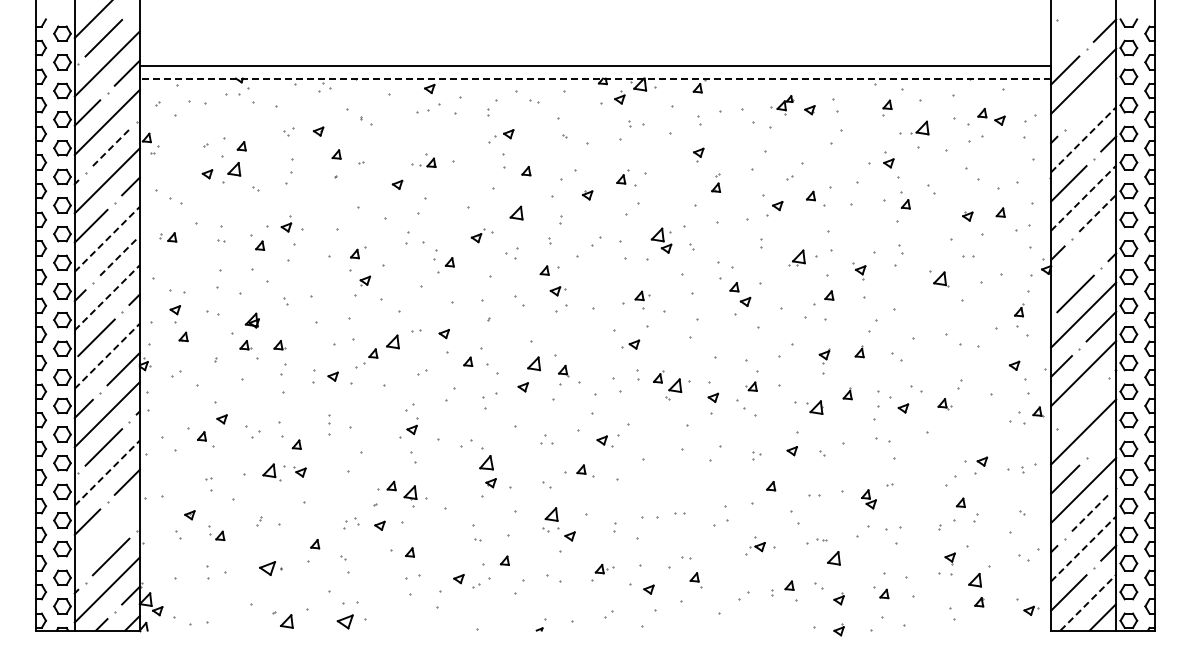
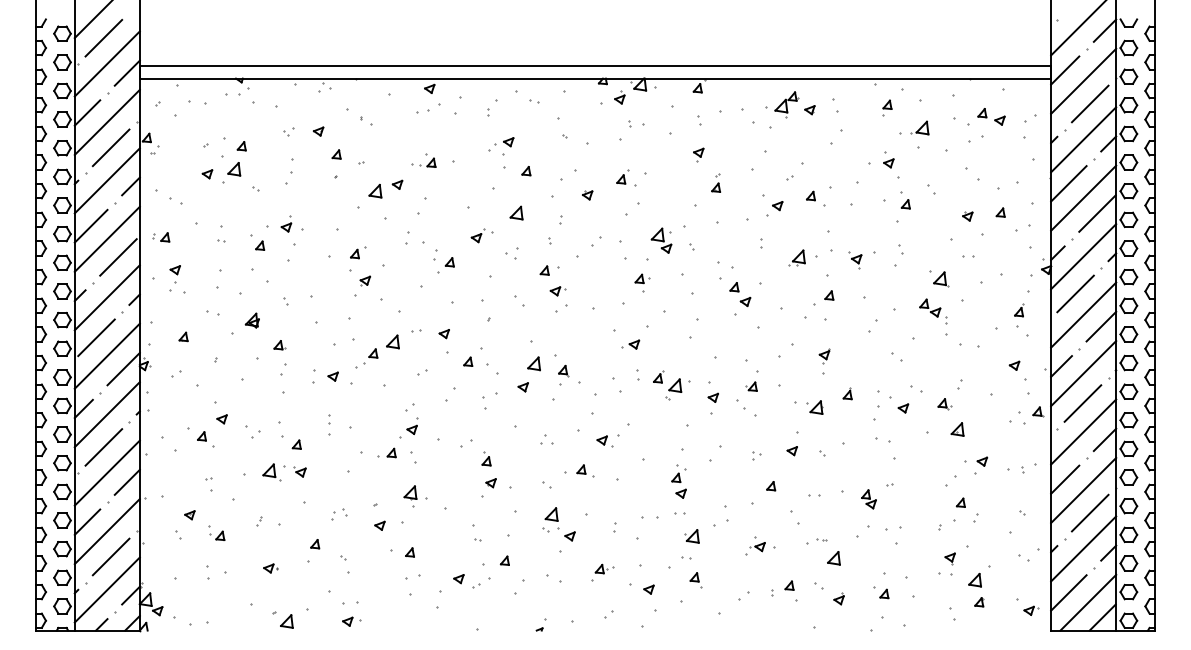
line at (1077, 28): none -> present
line at (595, 78): dashed -> solid
line at (1089, 103): none -> present
part at (782, 105) size: 25x21 px -> 35x28 px
part at (501, 136) position: (501, 136) -> (501, 144)
line at (1084, 139): dashed -> solid
line at (111, 147): dashed -> solid
part at (375, 190): none -> present
line at (1084, 197): dashed -> solid
line at (1097, 213): dashed -> solid
part at (168, 237) position: (168, 237) -> (161, 237)
line at (107, 238): dashed -> solid
line at (1083, 256): none -> present
line at (118, 257): dashed -> solid
part at (859, 271) position: (859, 271) -> (855, 260)
line at (107, 297): dashed -> solid
part at (642, 299) position: (642, 299) -> (642, 282)
part at (933, 311): none -> present
part at (174, 314) position: (174, 314) -> (174, 274)
part at (245, 345): present -> none
part at (859, 351): present -> none
line at (107, 355): dashed -> solid
line at (1082, 403): none -> present
part at (957, 429): none -> present
line at (1104, 439): none -> present
part at (486, 458) size: 15x24 px -> 11x16 px
line at (107, 472): dashed -> solid
part at (678, 481): none -> present
part at (386, 485) position: (386, 485) -> (386, 452)
line at (1090, 513): dashed -> solid
part at (351, 523) position: (351, 523) -> (339, 514)
line at (106, 531): none -> present
part at (691, 536): none -> present
line at (1084, 548): dashed -> solid
part at (270, 568) size: 24x15 px -> 16x11 px
line at (1088, 602): dashed -> solid
part at (351, 621) size: 31x16 px -> 20x11 px
part at (838, 629): present -> none
